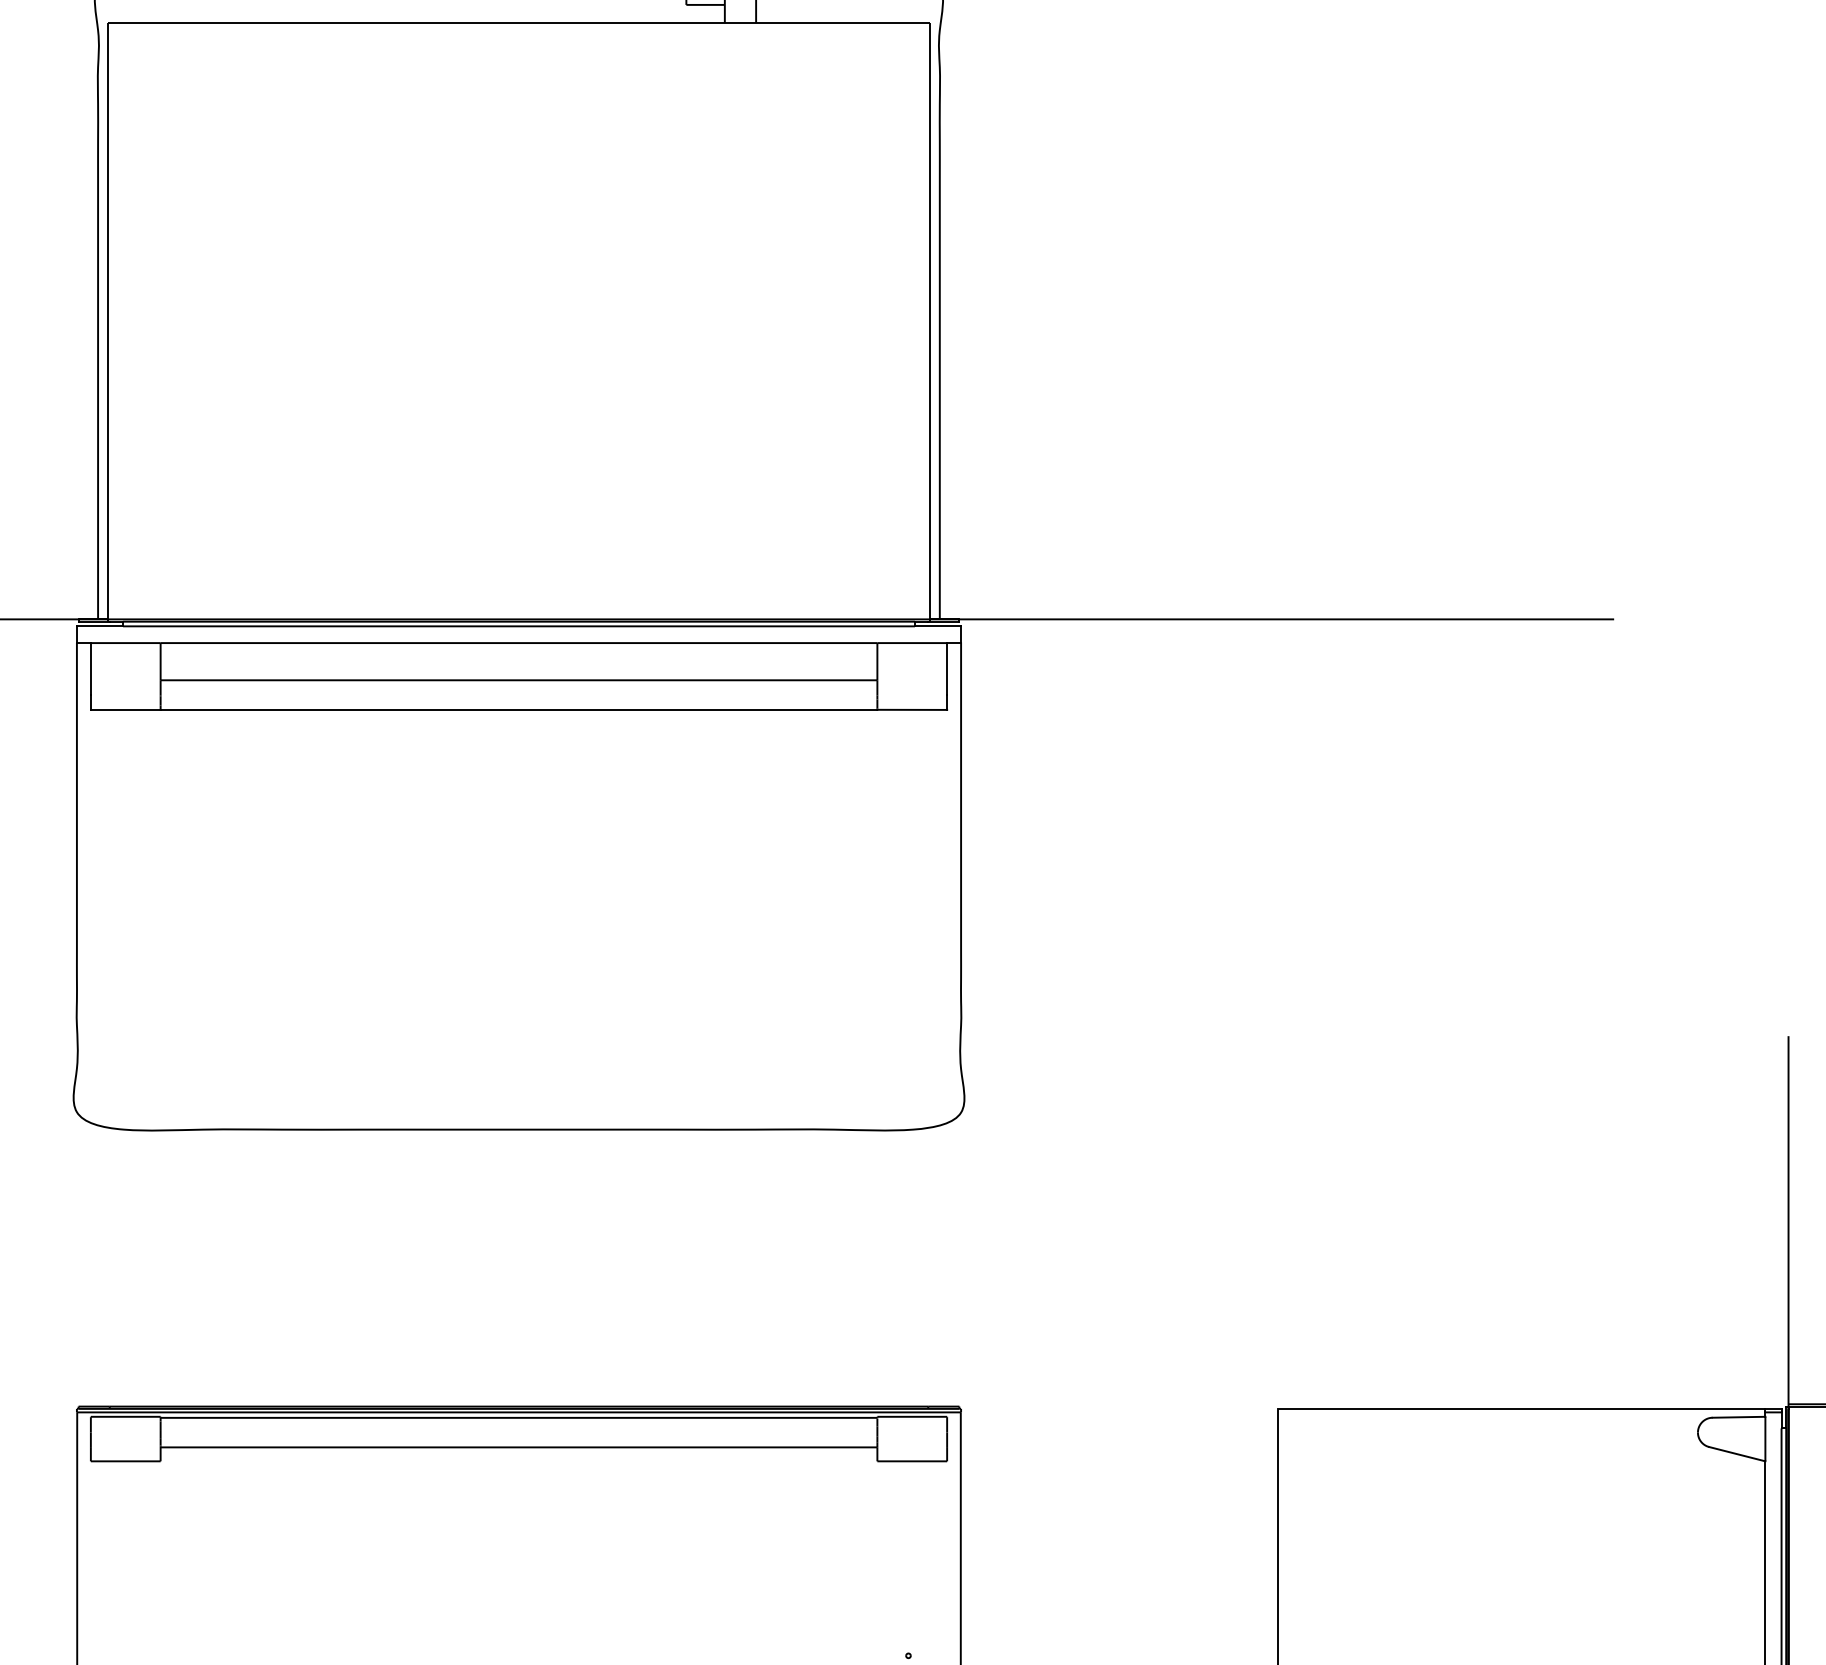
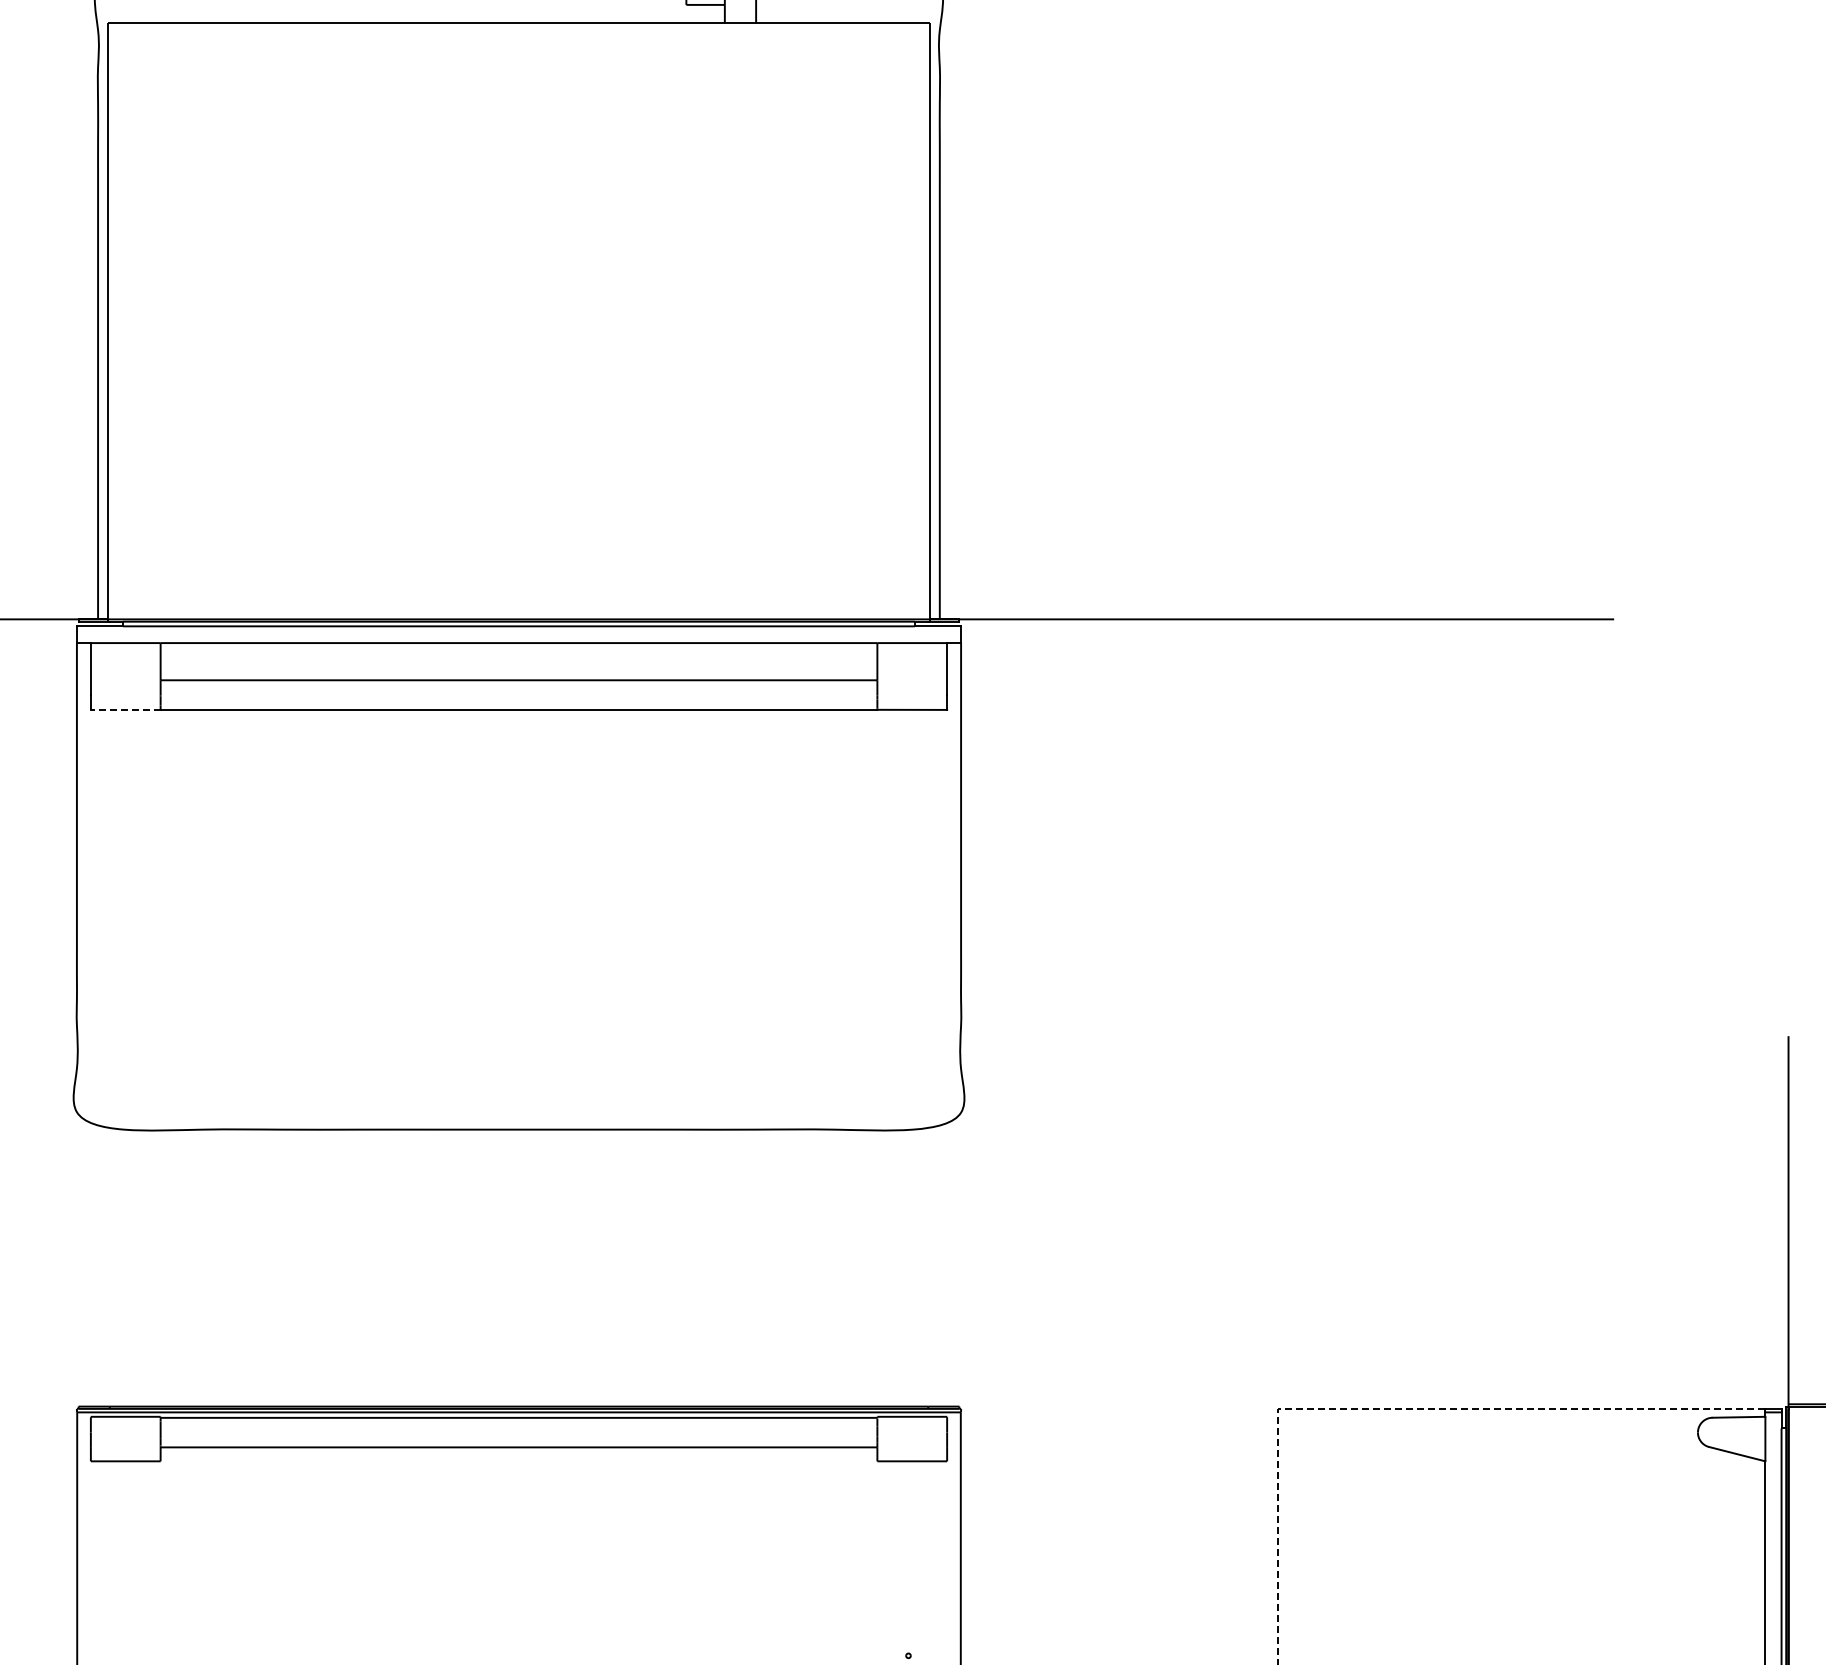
line at (125, 709): solid -> dashed
line at (1392, 1408): solid -> dashed
